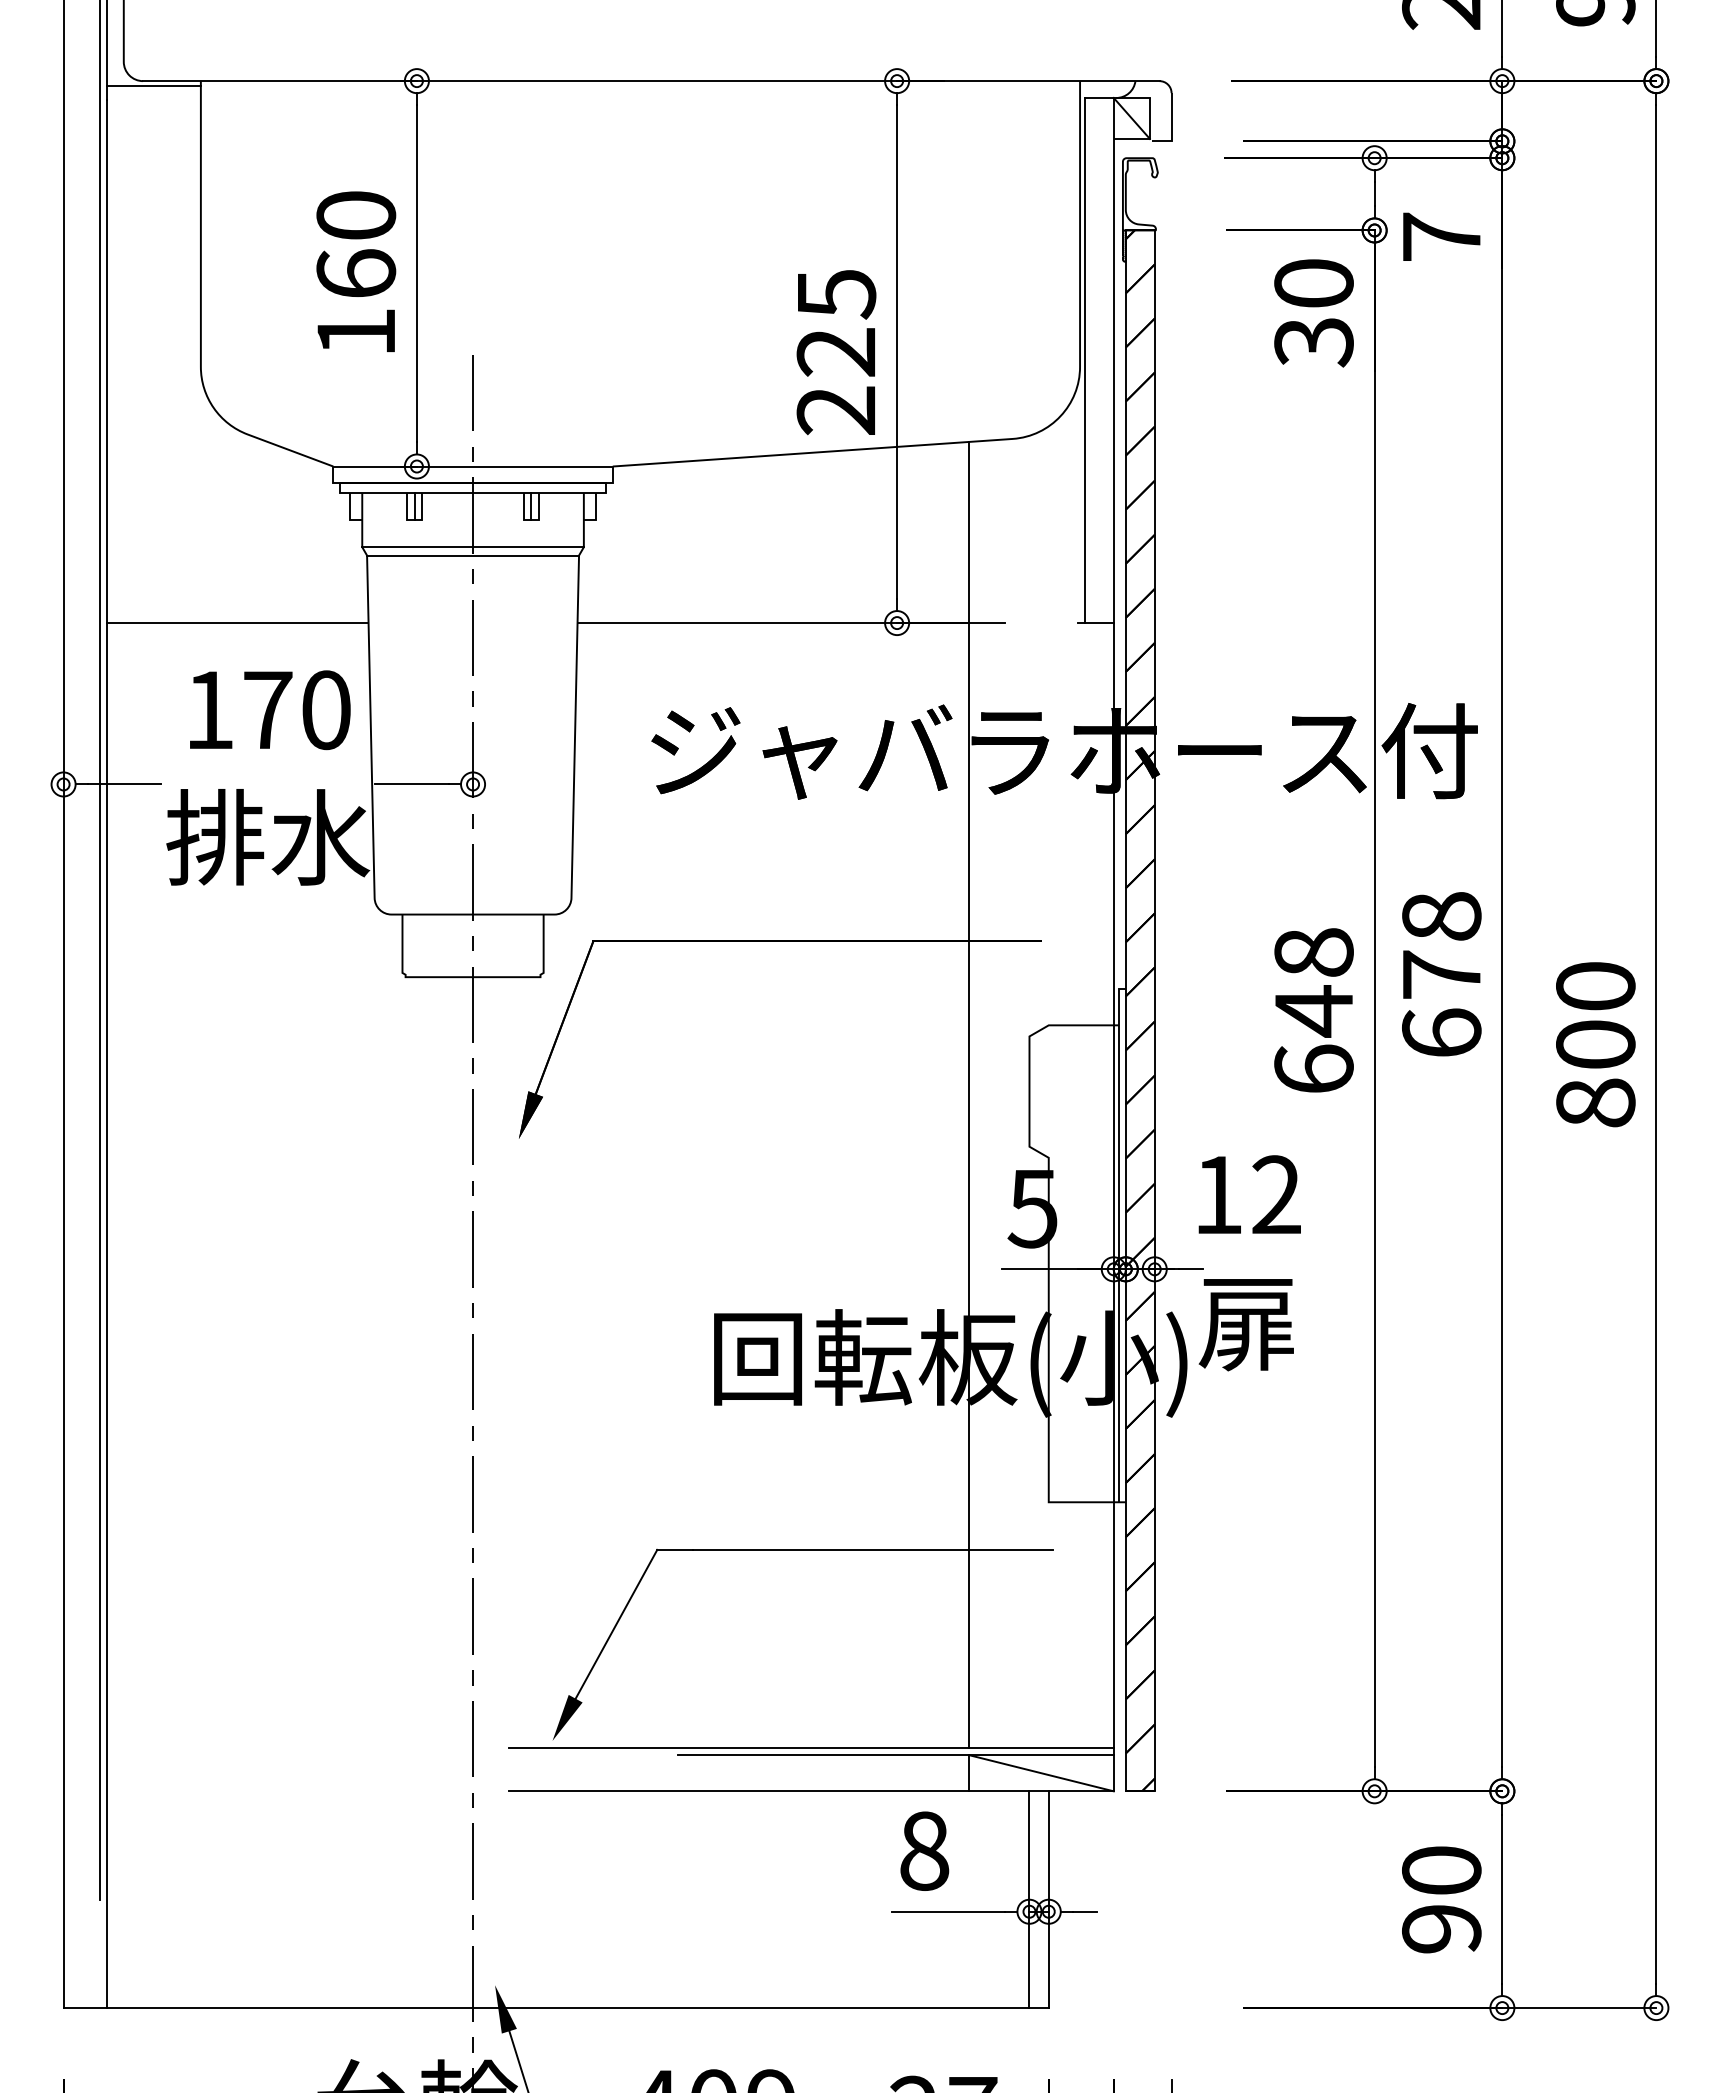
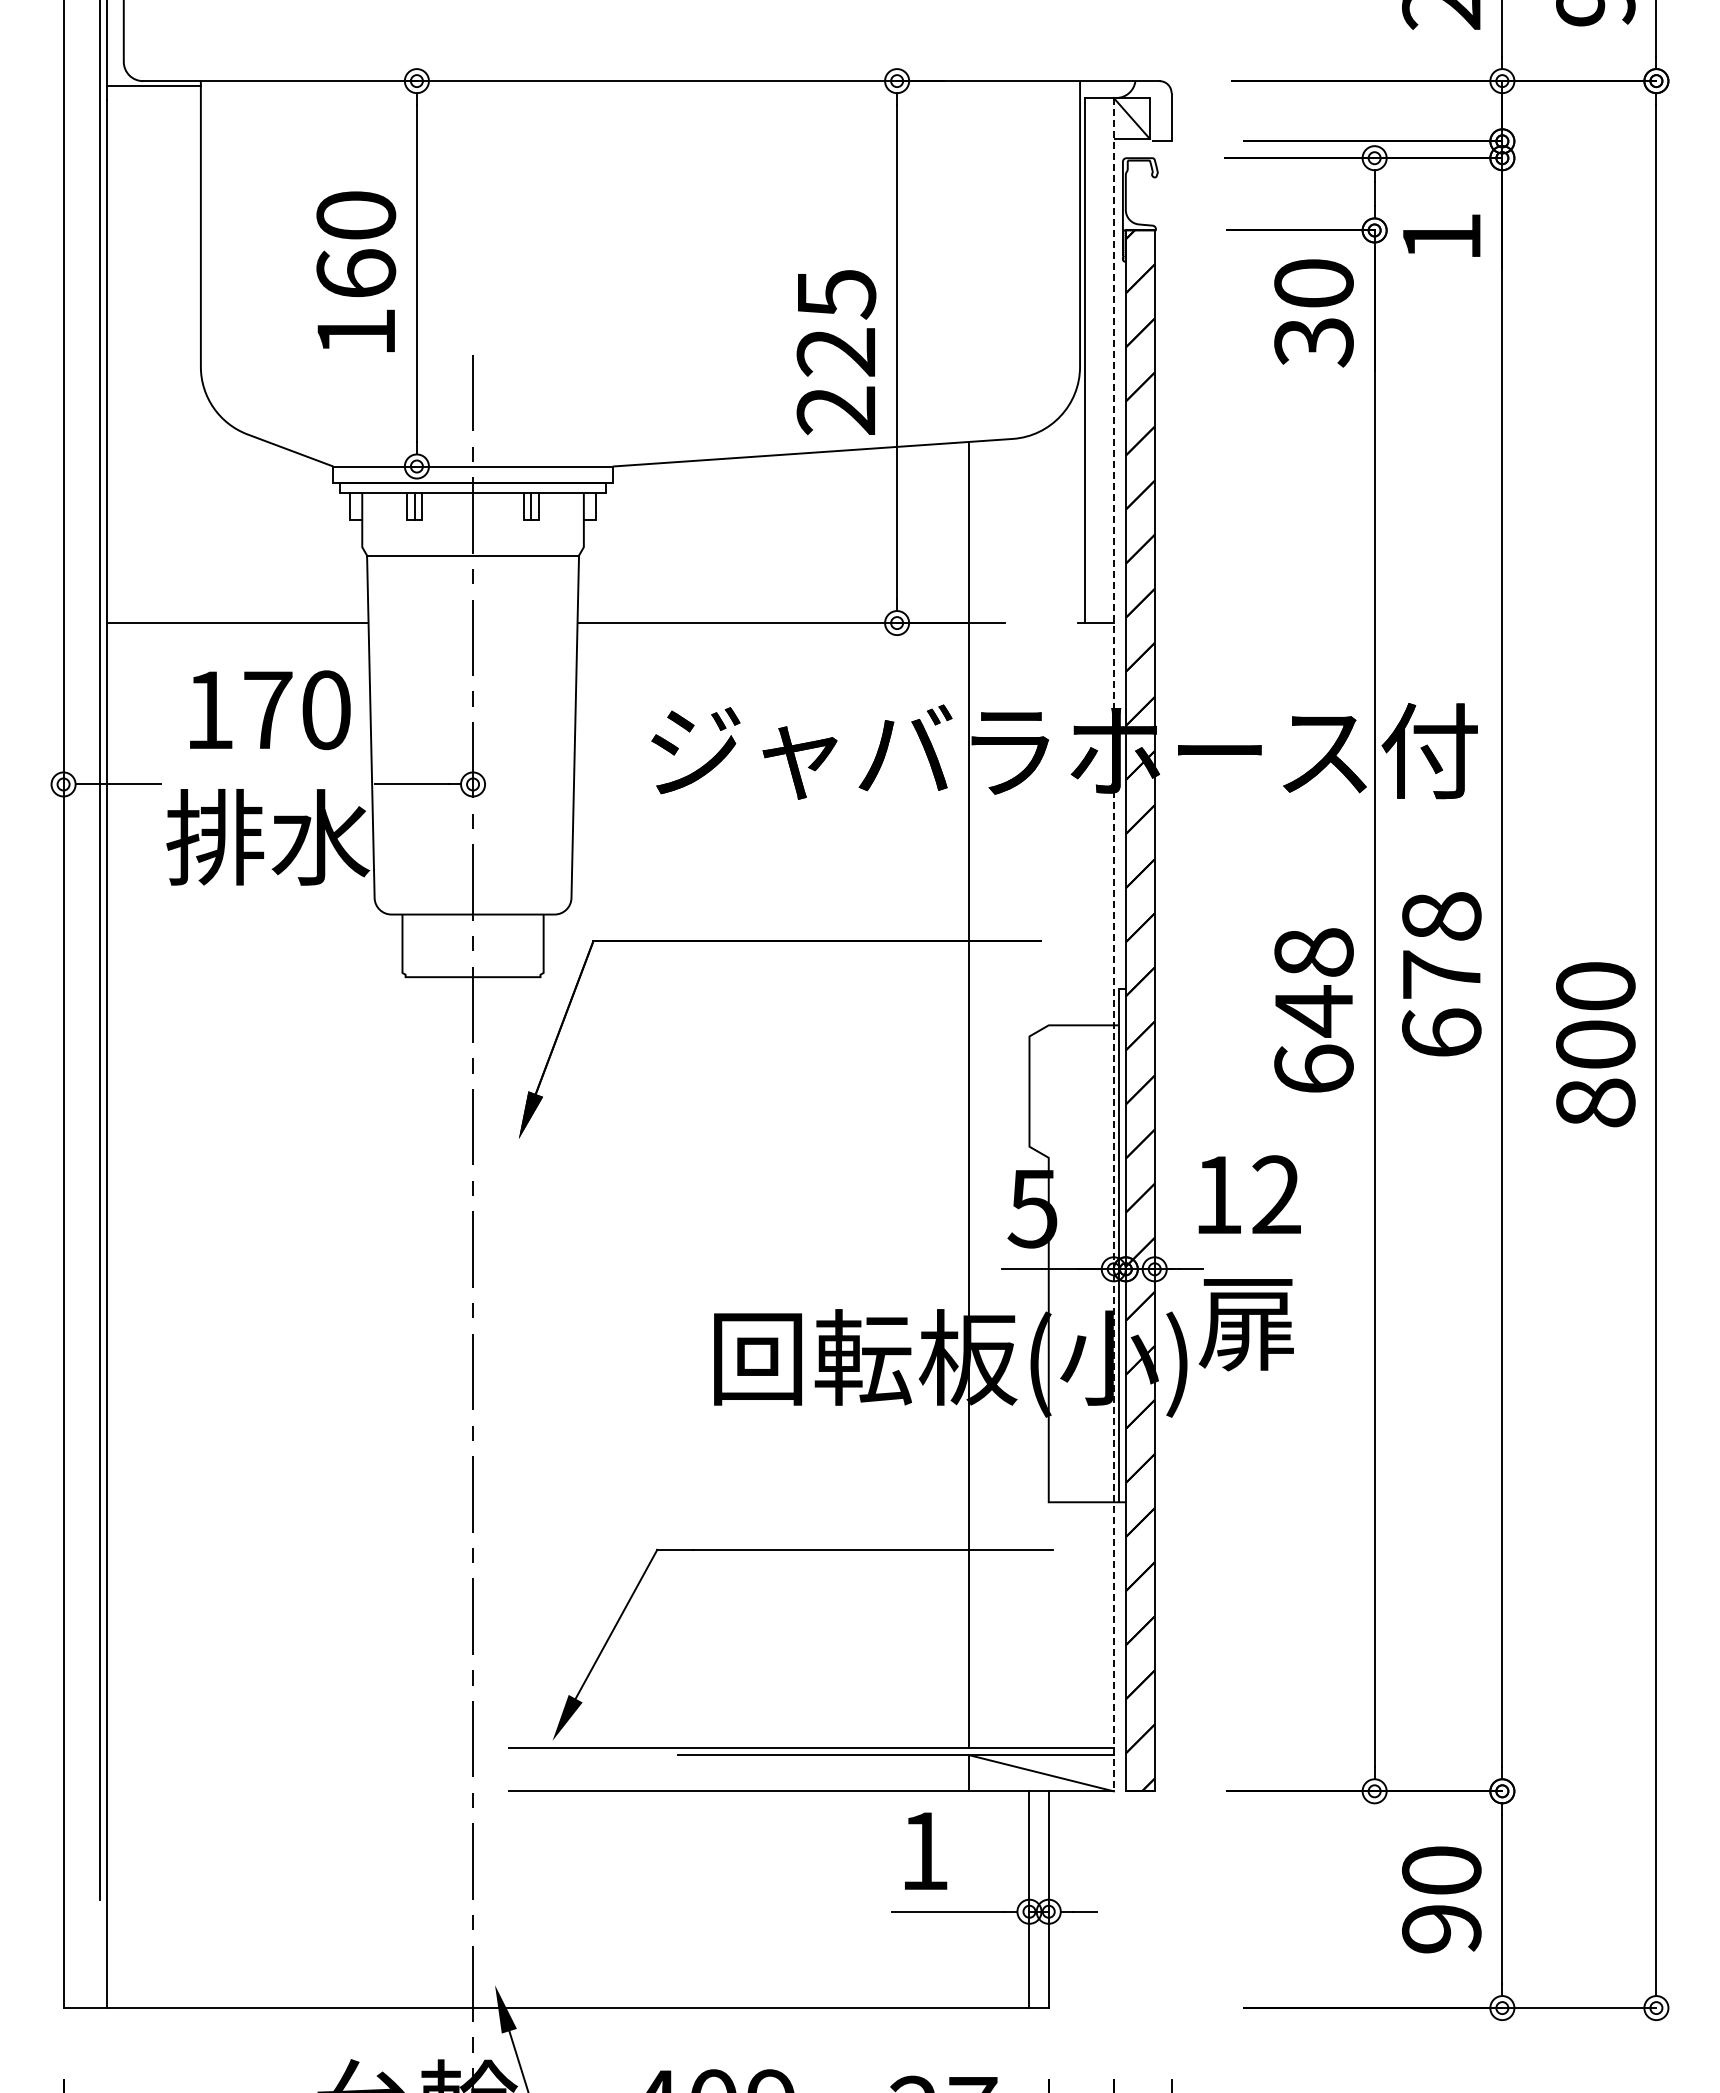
text at (1441, 236): 7 -> 1
line at (472, 547): present -> none
line at (1113, 944): solid -> dashed
text at (924, 1850): 8 -> 1
